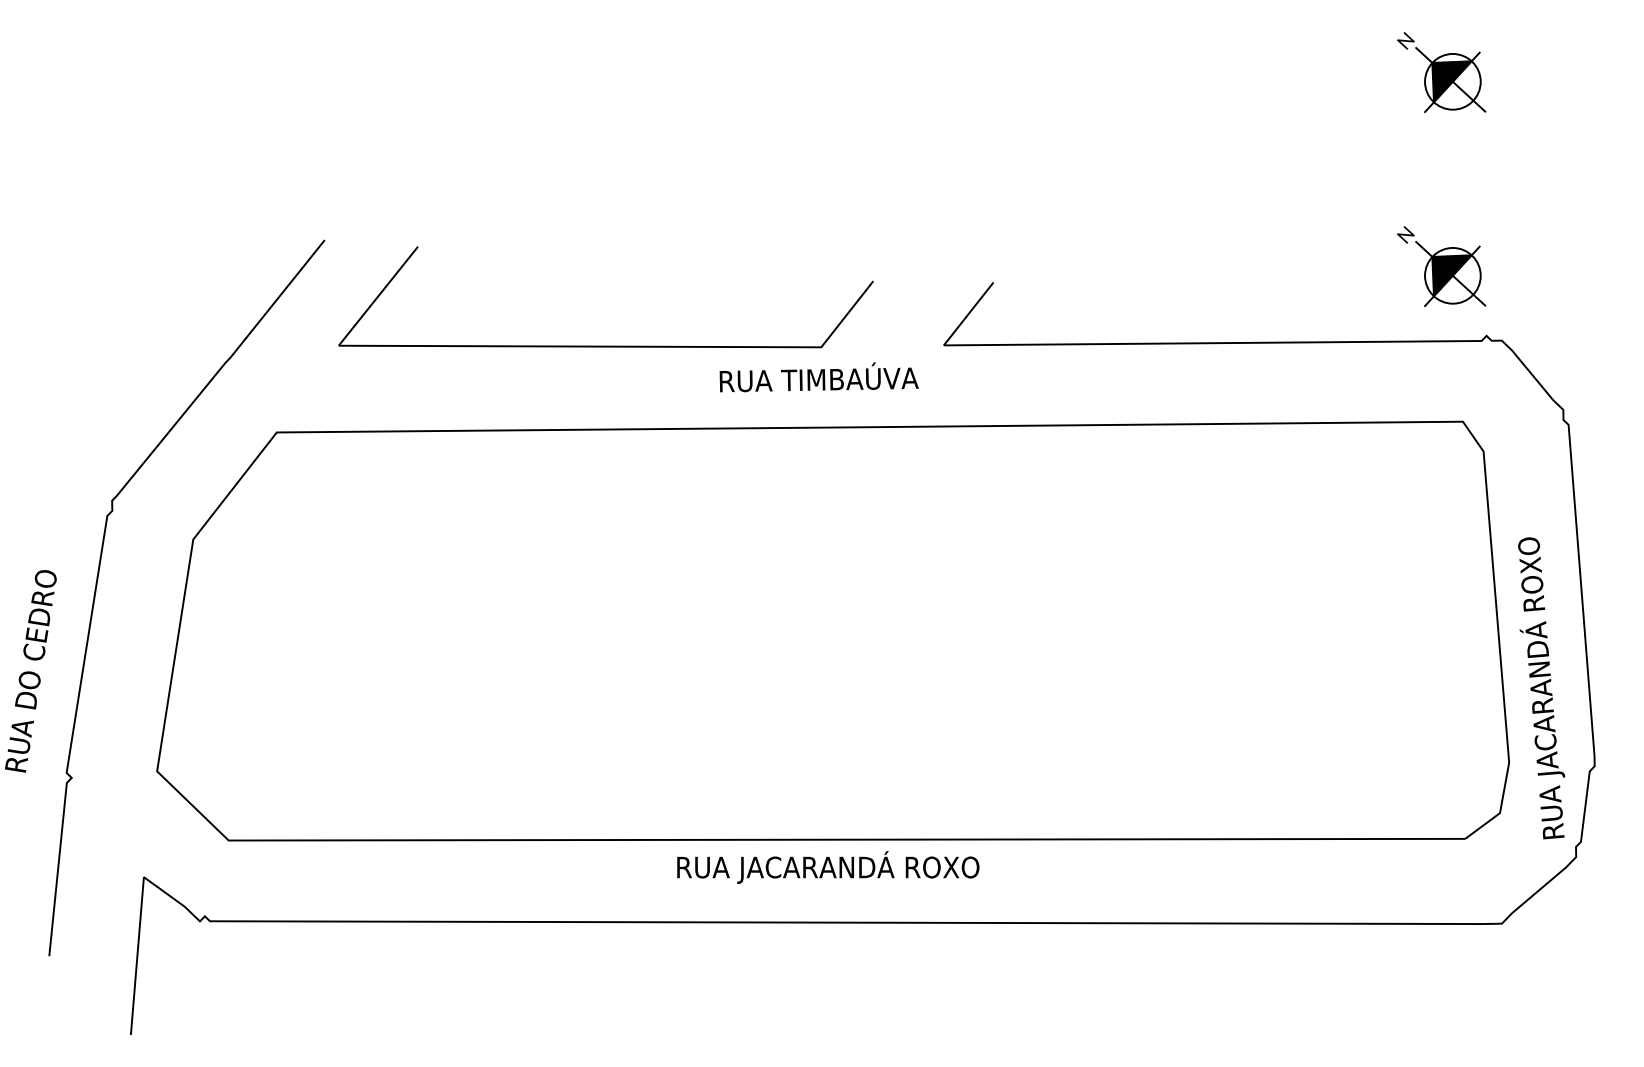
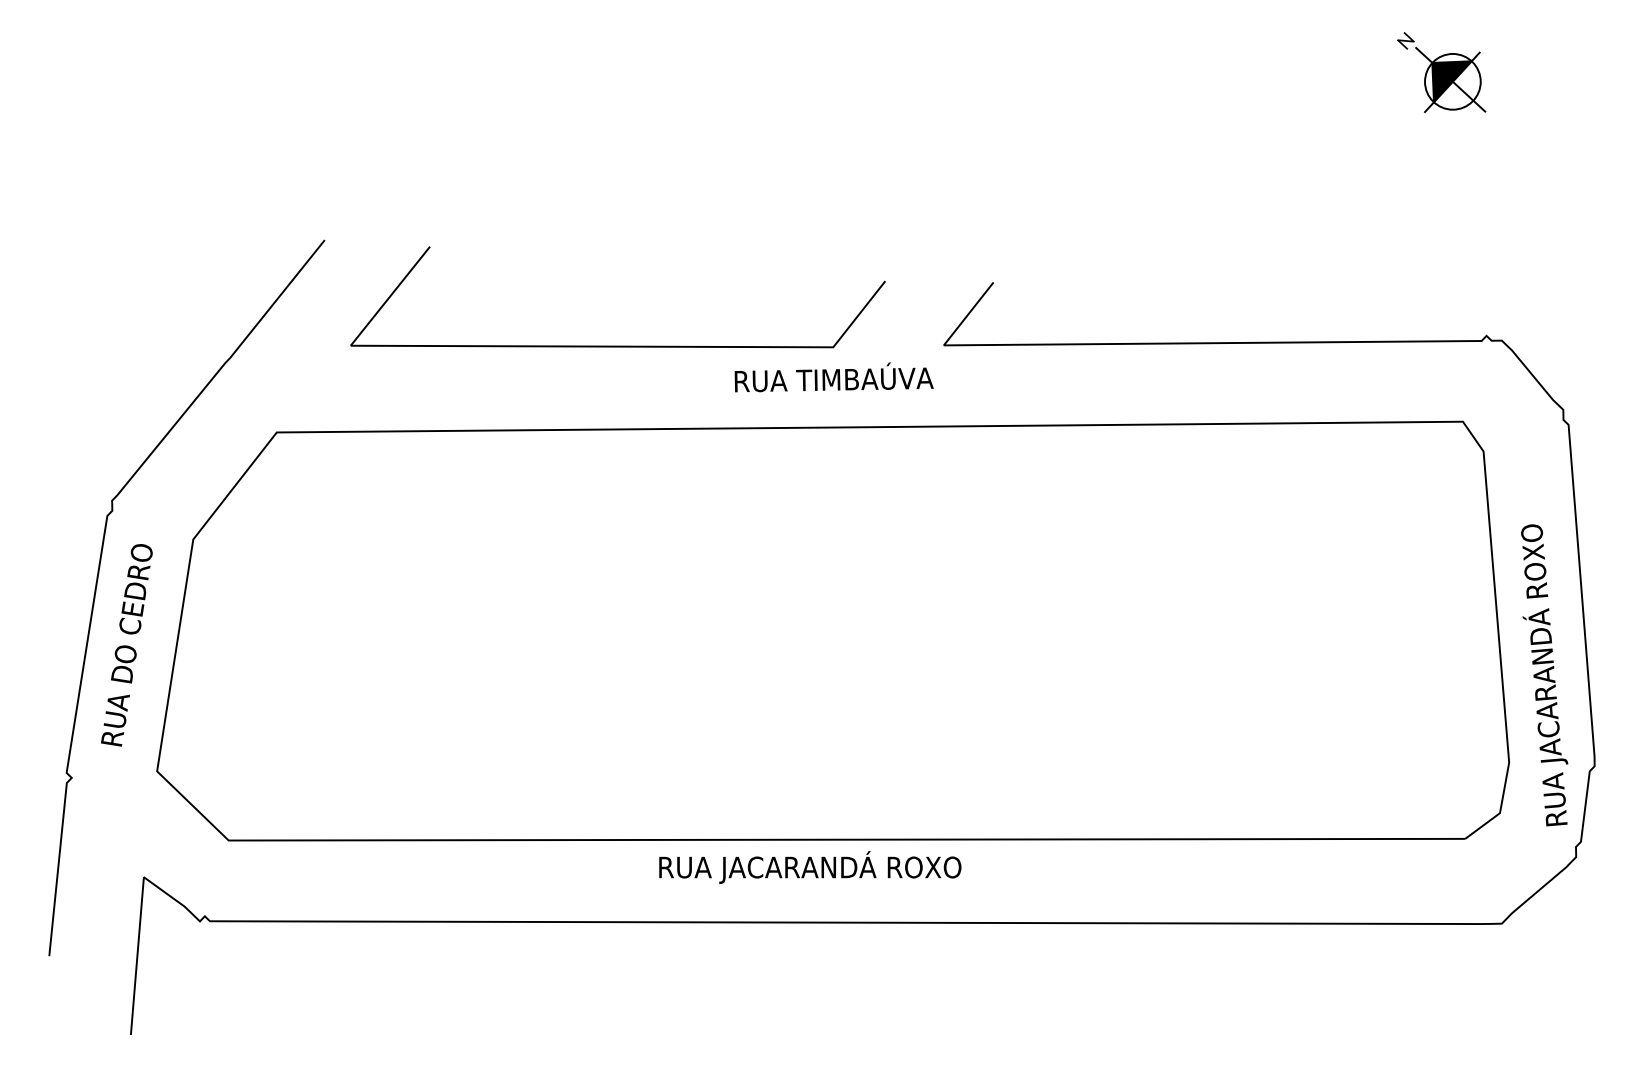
part at (1441, 266): present -> none
part at (605, 345) position: (605, 345) -> (617, 345)
text at (818, 377) position: (818, 377) -> (833, 377)
text at (30, 671) position: (30, 671) -> (126, 645)
text at (1541, 688) position: (1541, 688) -> (1544, 675)
text at (828, 867) position: (828, 867) -> (810, 867)
